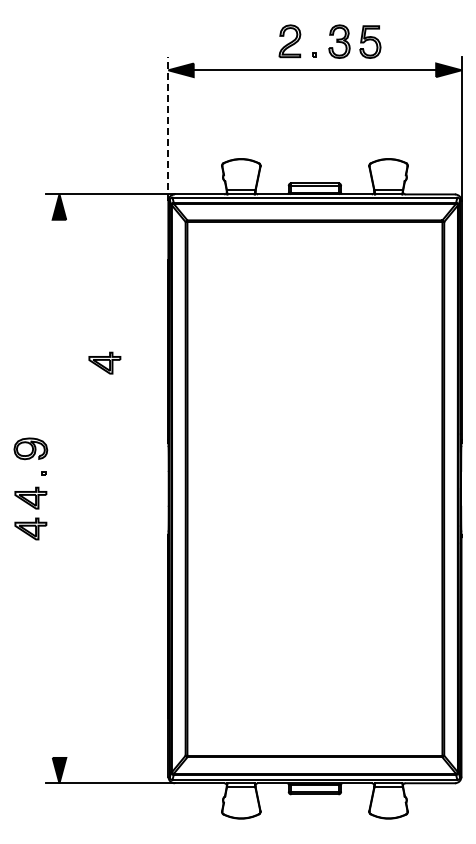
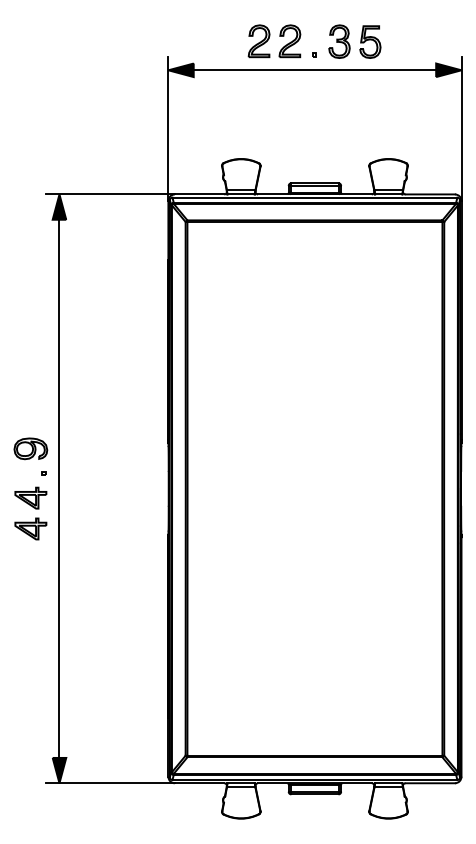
part at (258, 41): none -> present
line at (168, 129): dashed -> solid
part at (104, 362): present -> none
line at (59, 488): none -> present
